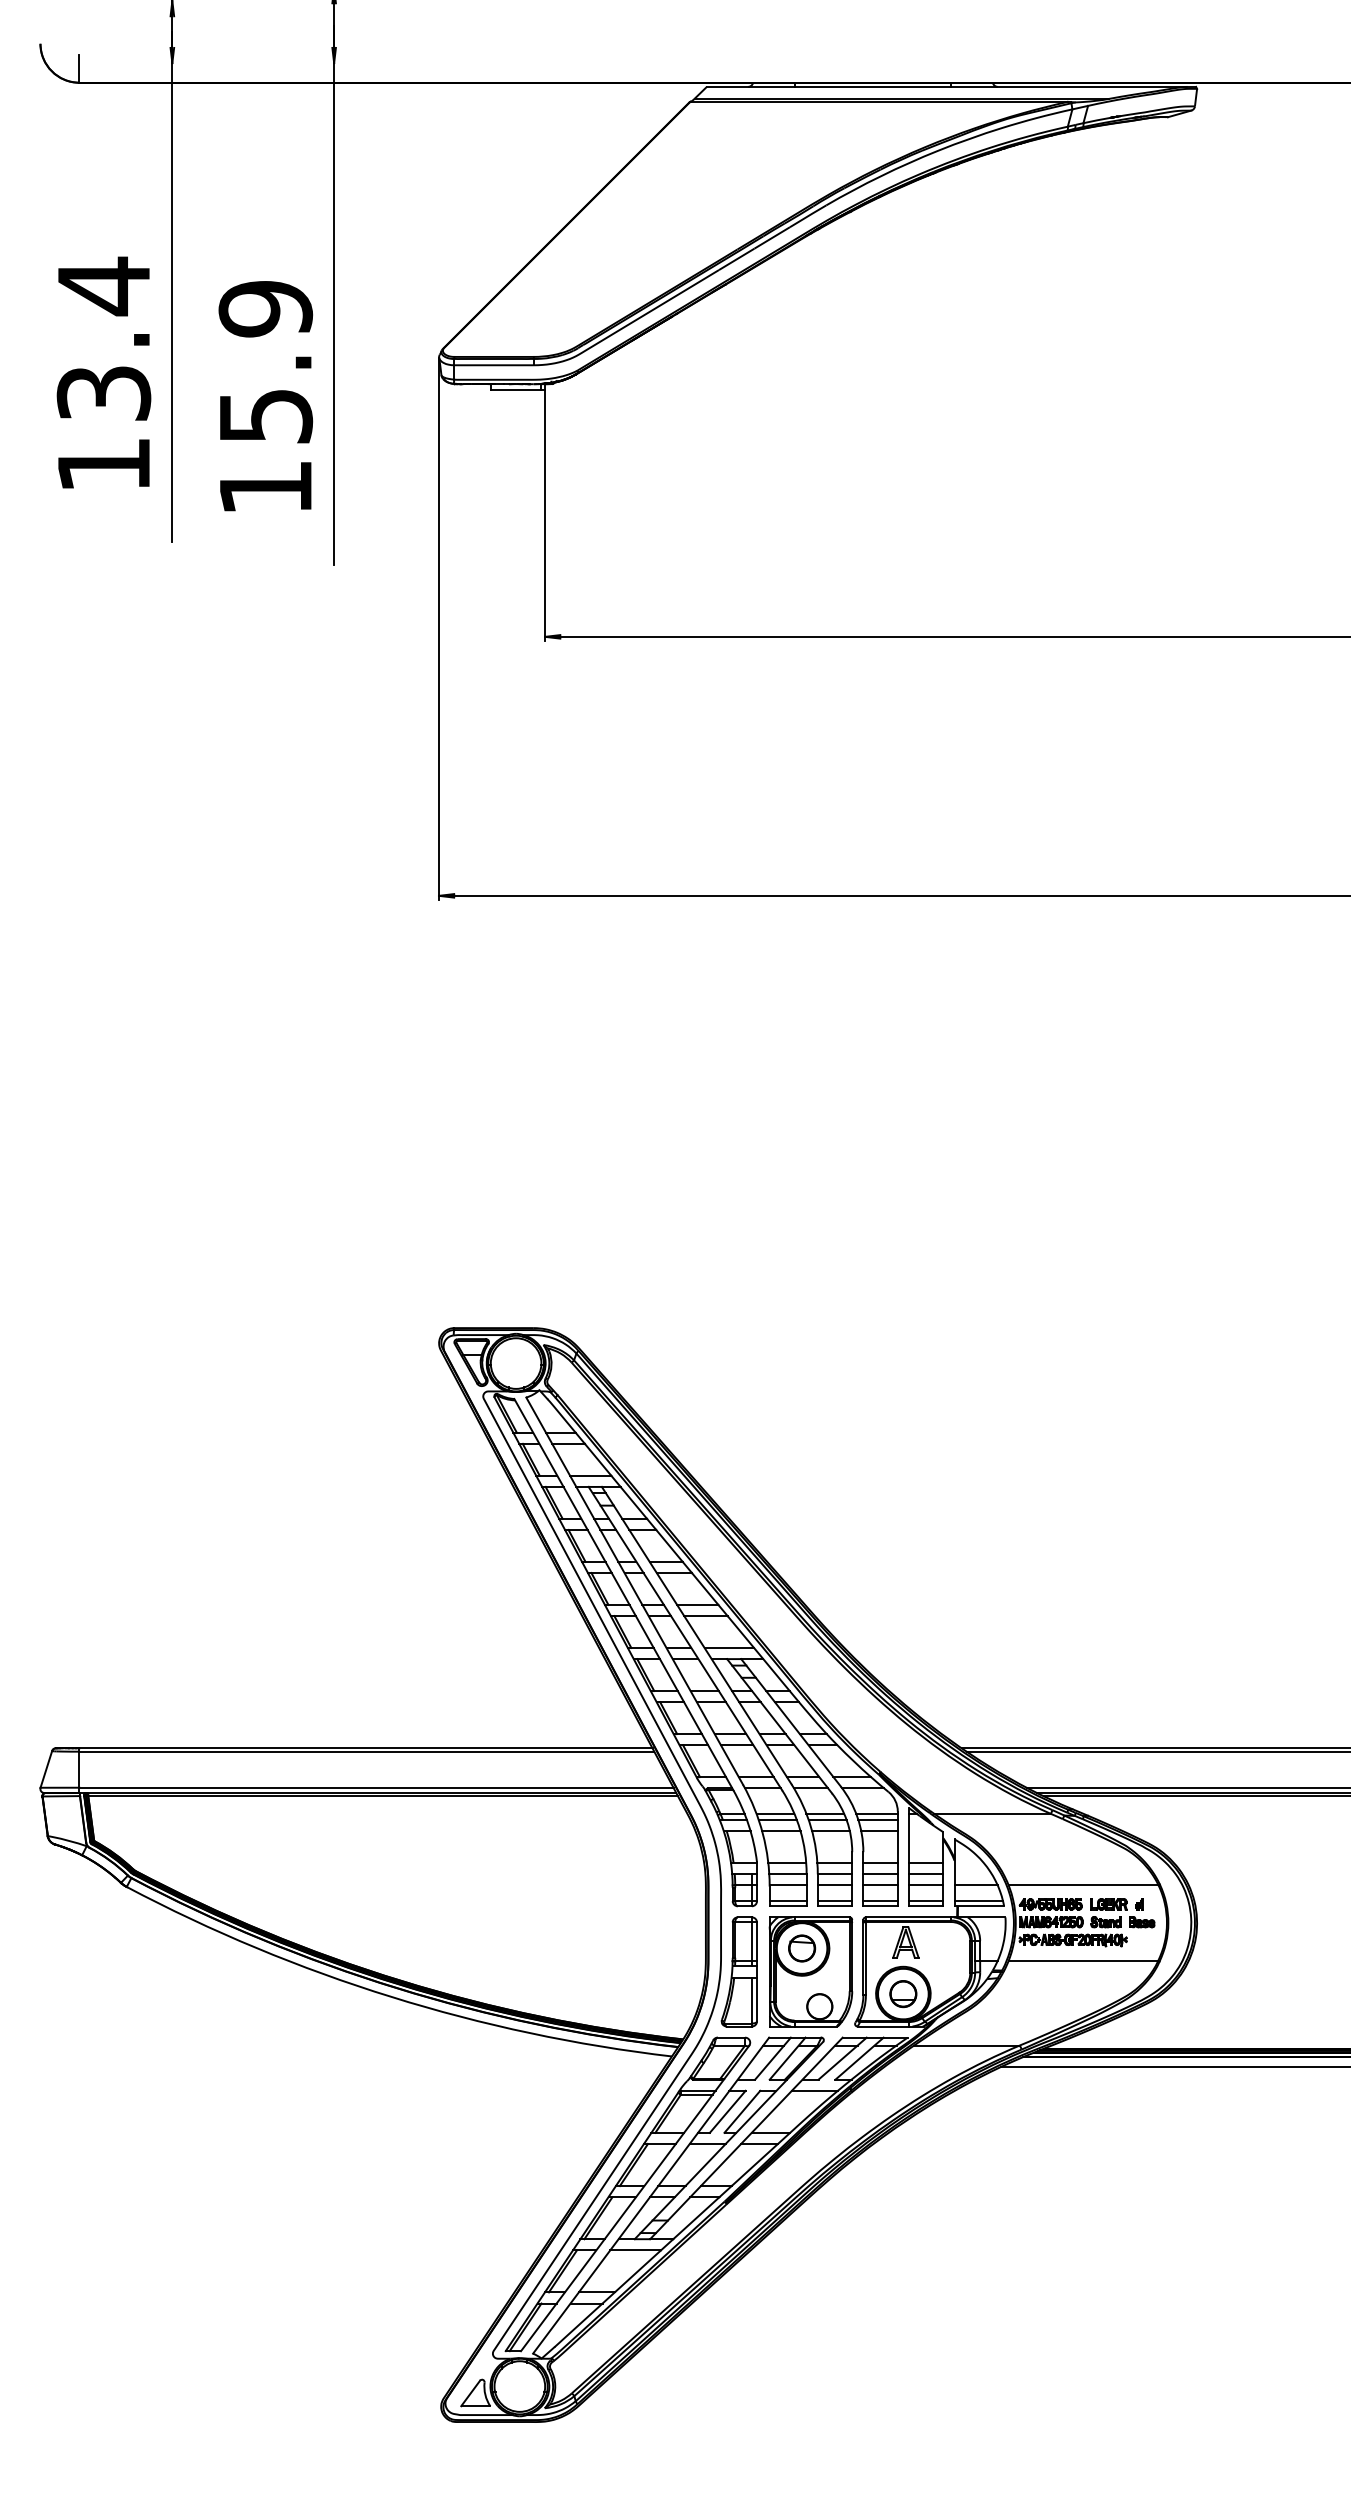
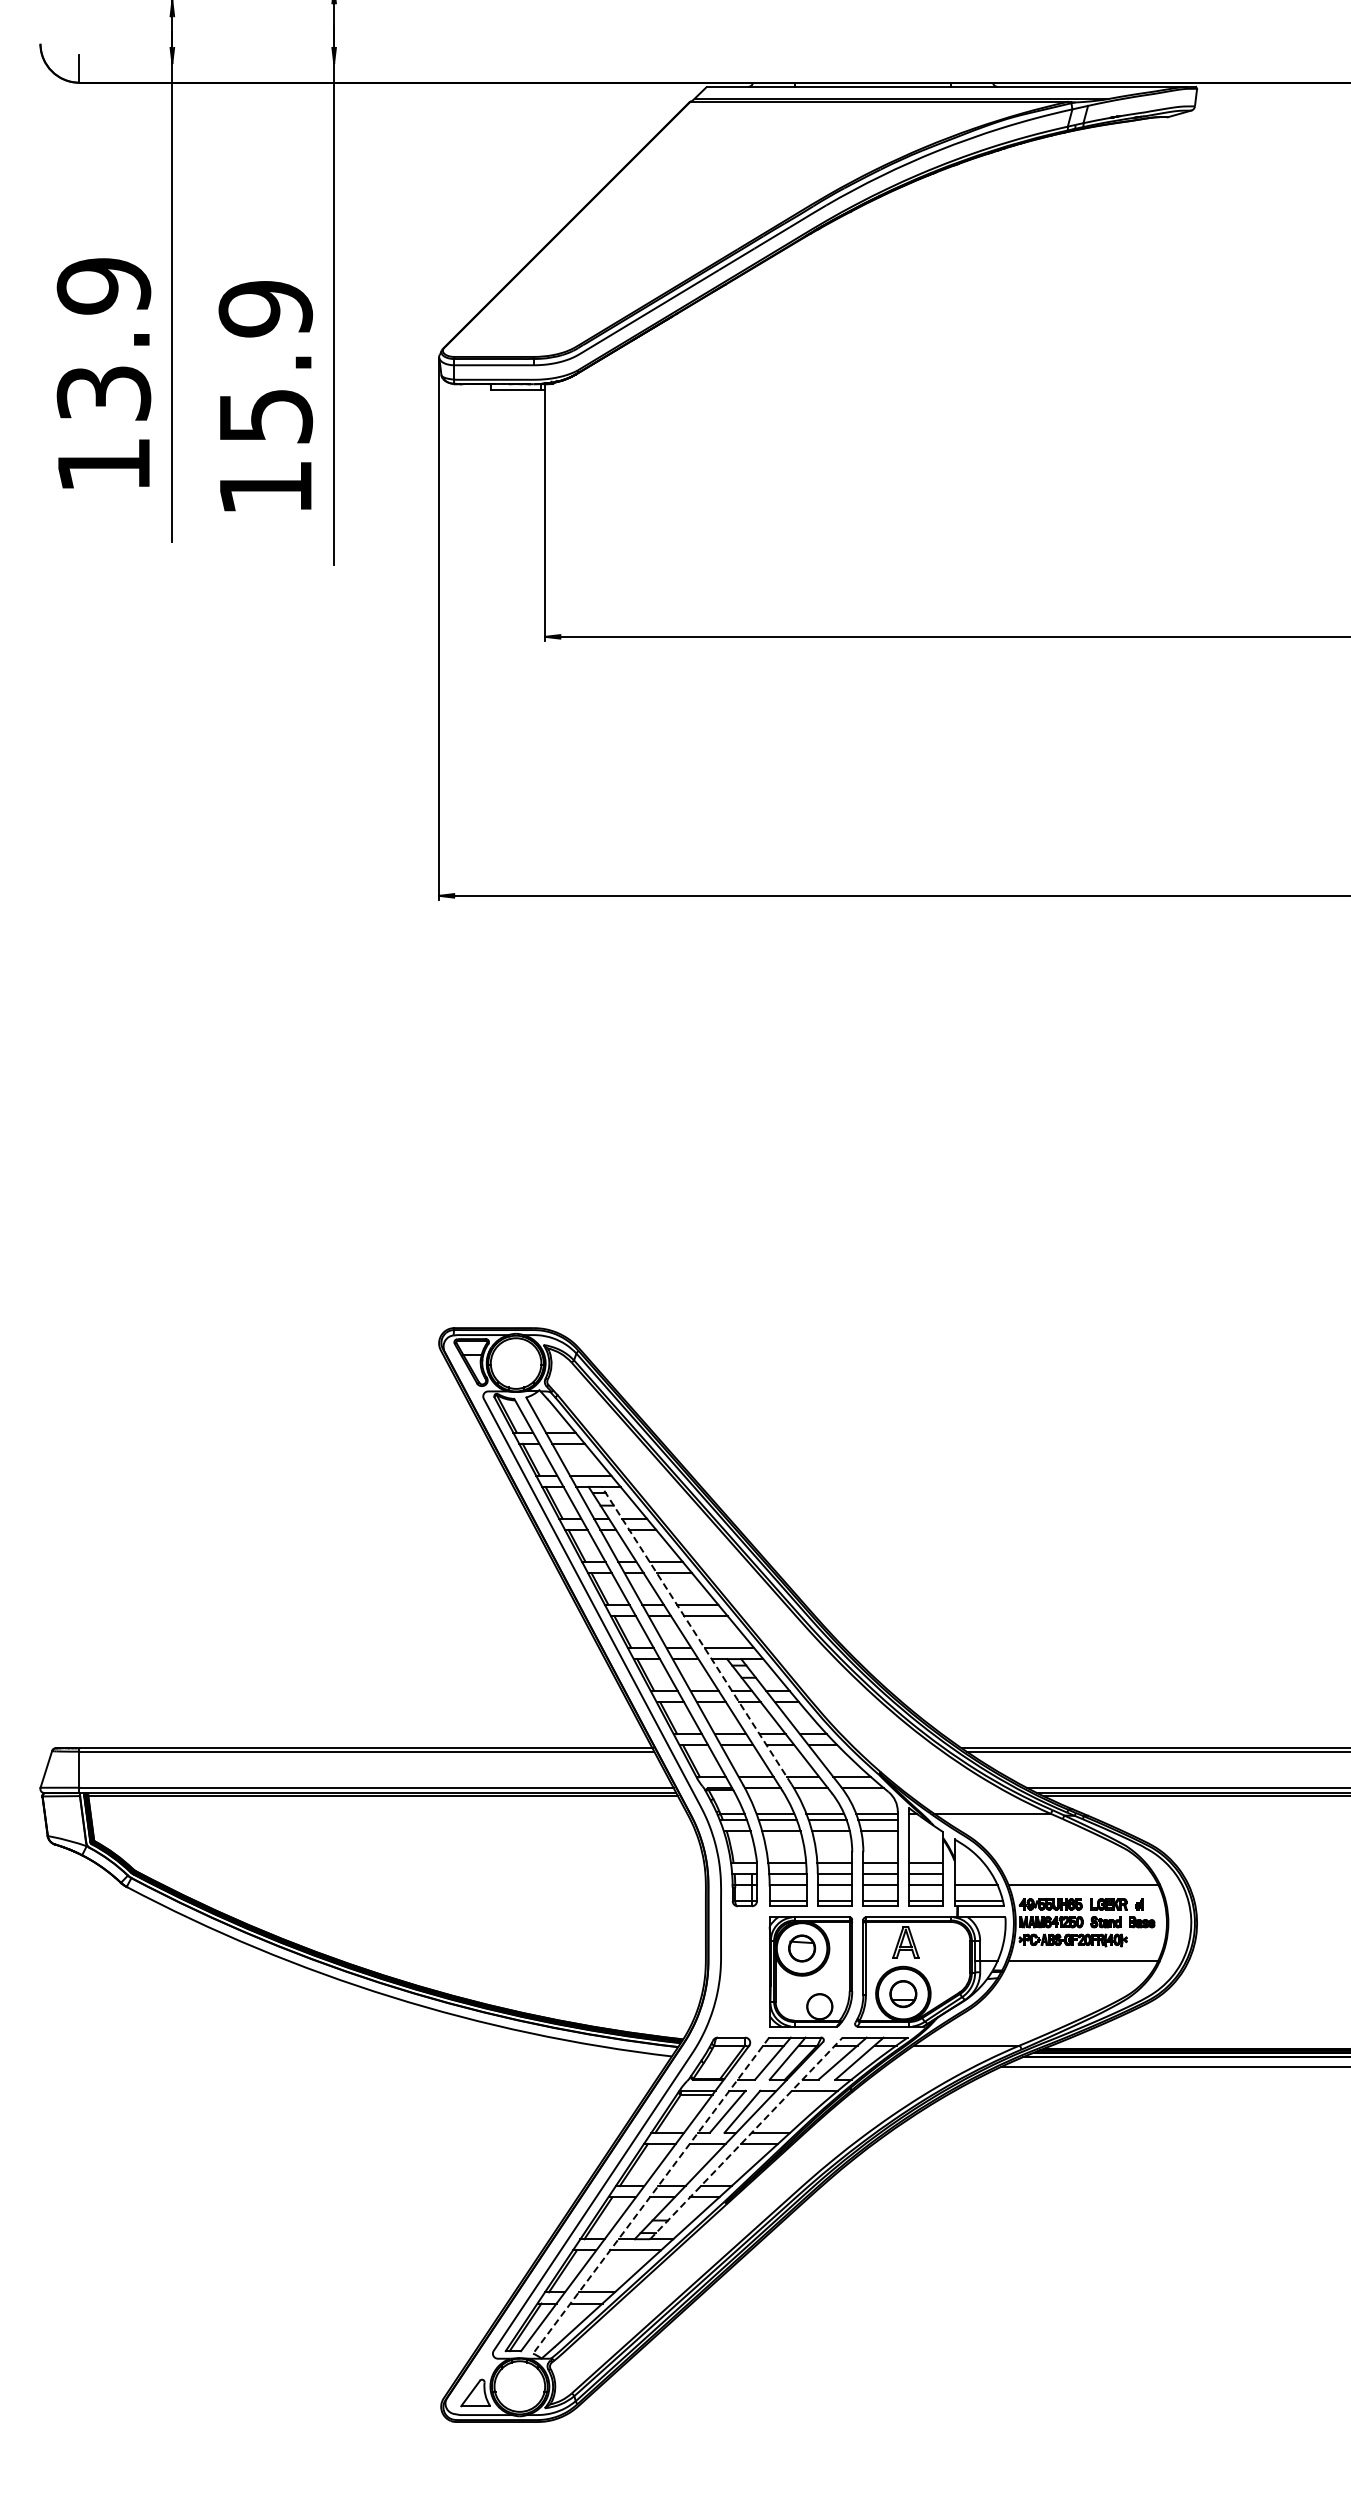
text at (103, 286): 13.4 -> 13.9
line at (696, 1635): solid -> dashed
part at (738, 1971): present -> none
line at (746, 2138): solid -> dashed
line at (650, 2196): solid -> dashed
